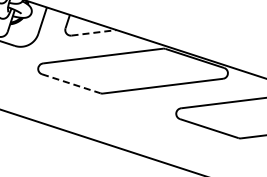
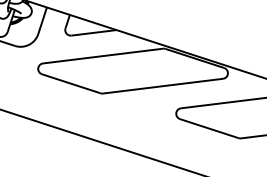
line at (94, 32): dashed -> solid
line at (71, 83): dashed -> solid
